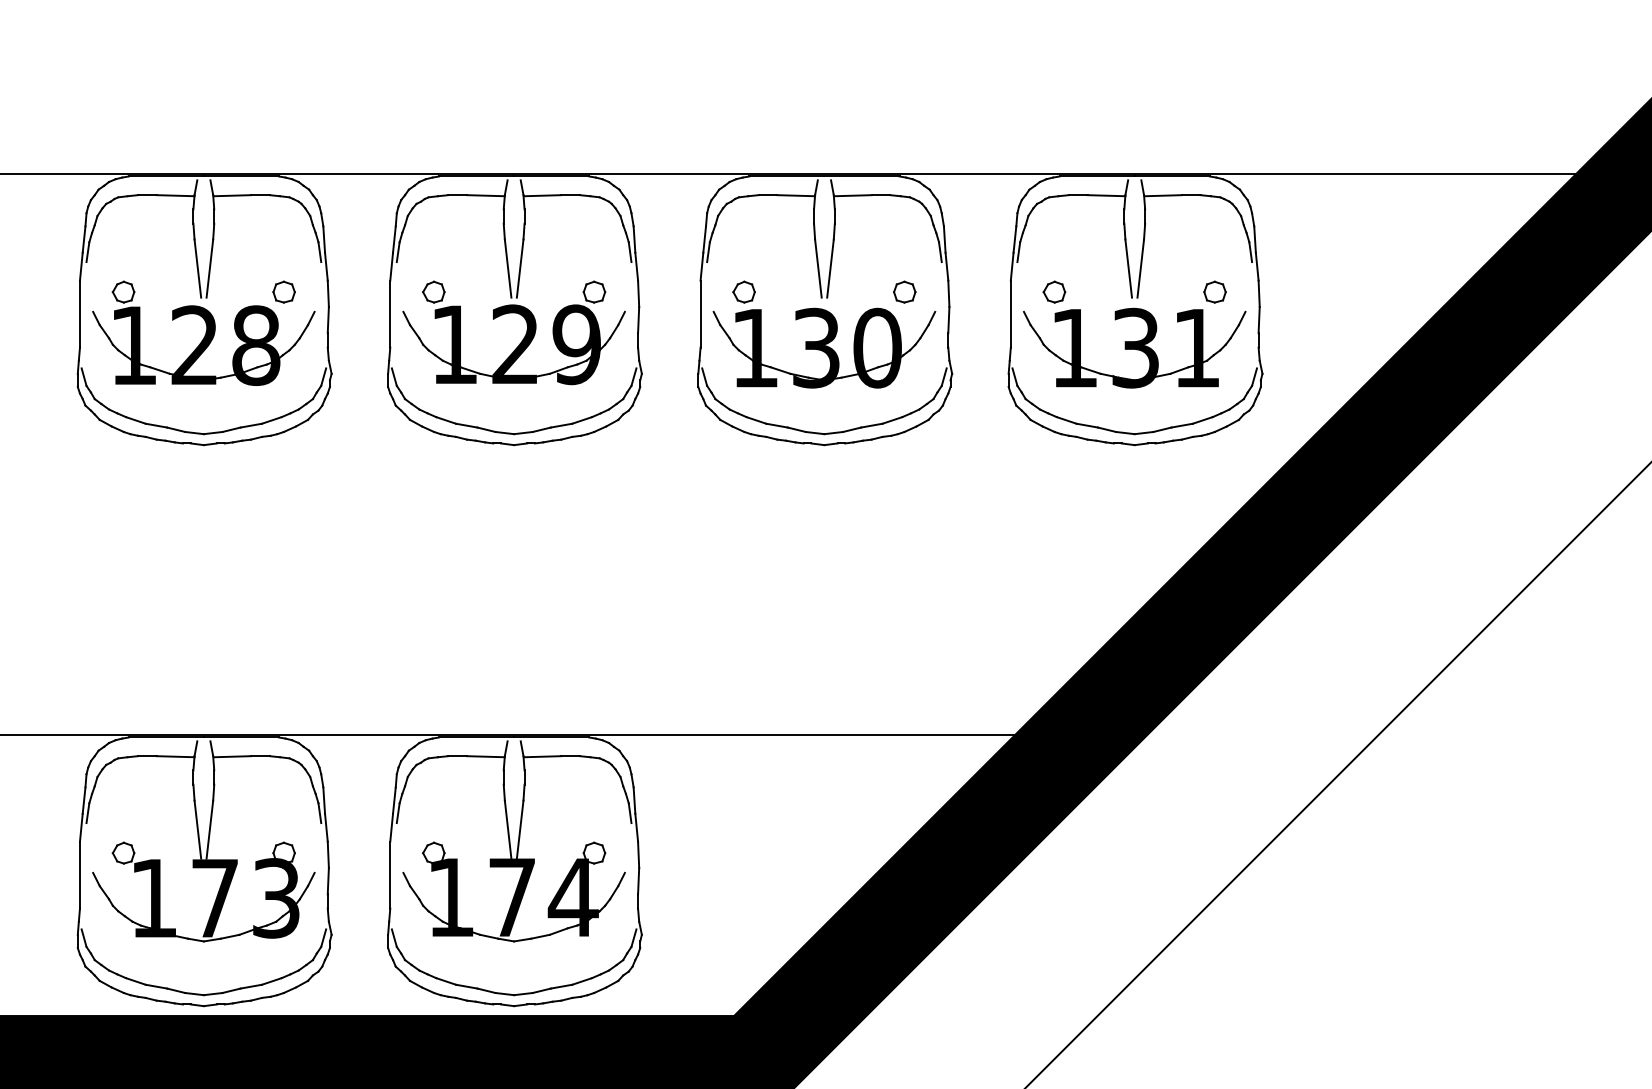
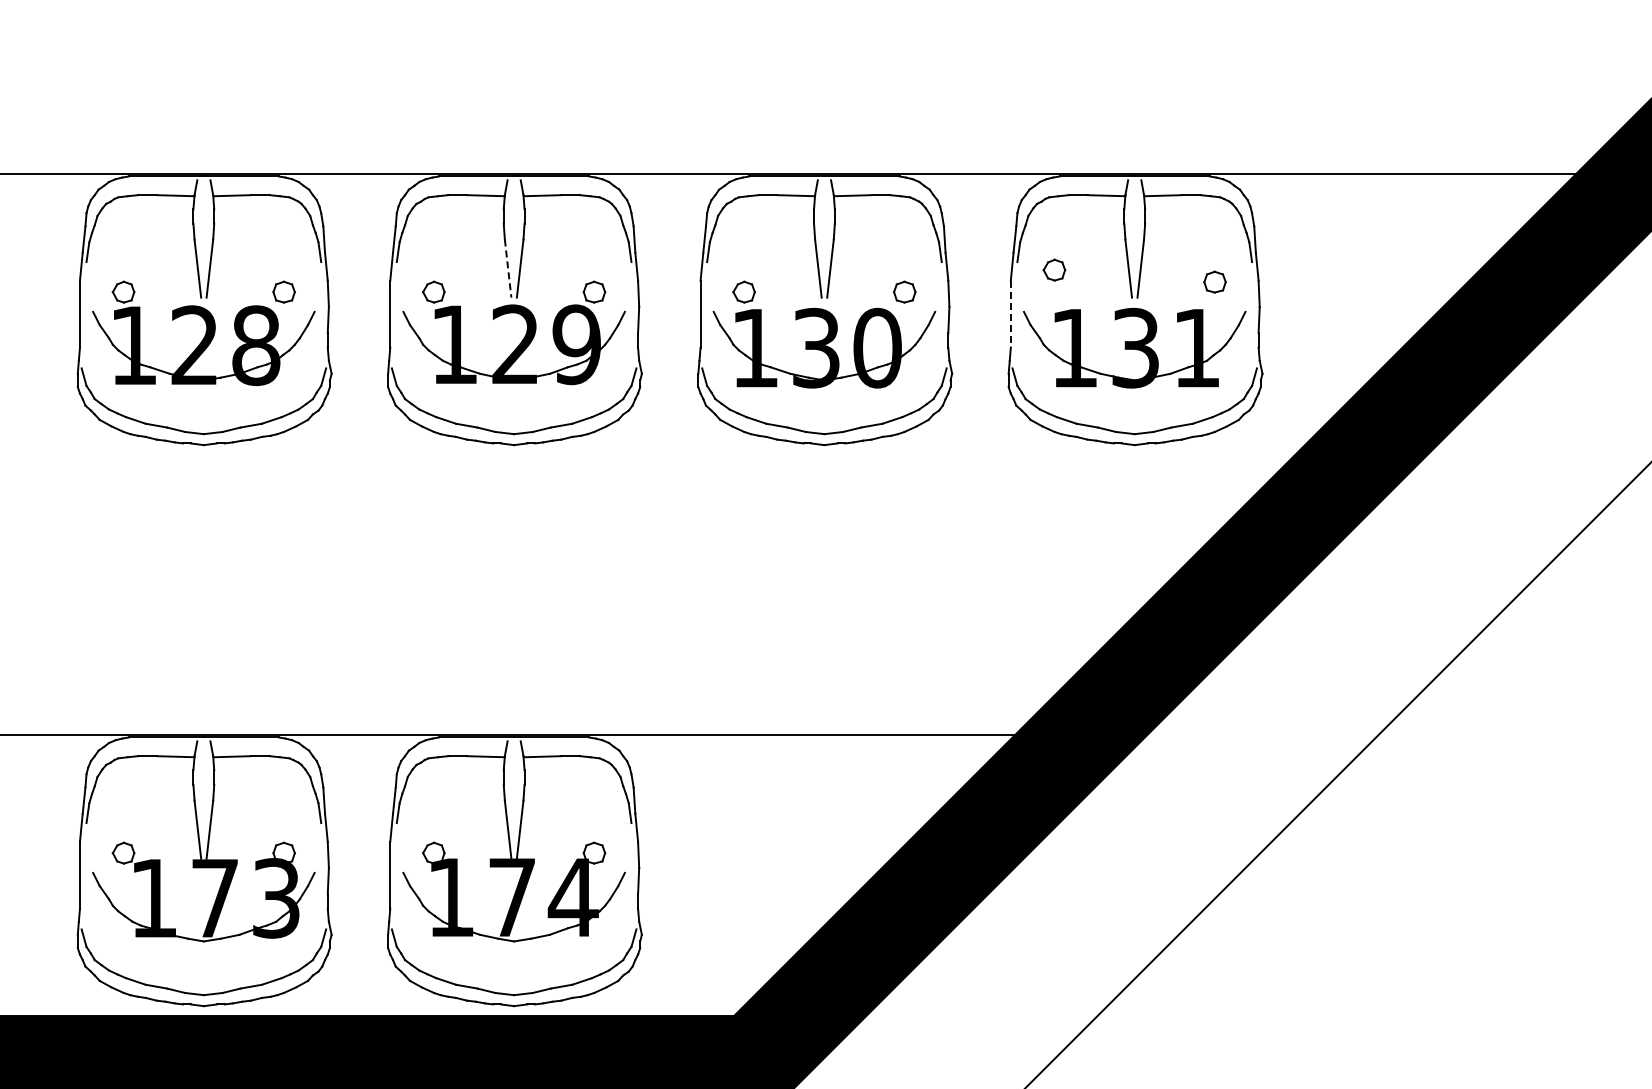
line at (508, 269): solid -> dashed
part at (1054, 291) position: (1054, 291) -> (1054, 269)
part at (1214, 291) position: (1214, 291) -> (1214, 281)
line at (1010, 314): solid -> dashed
